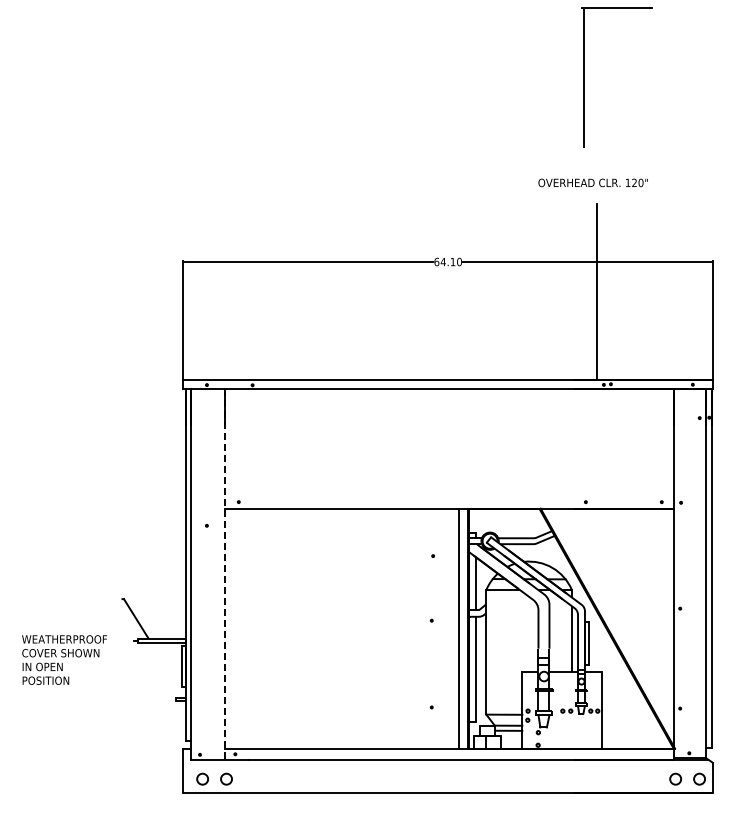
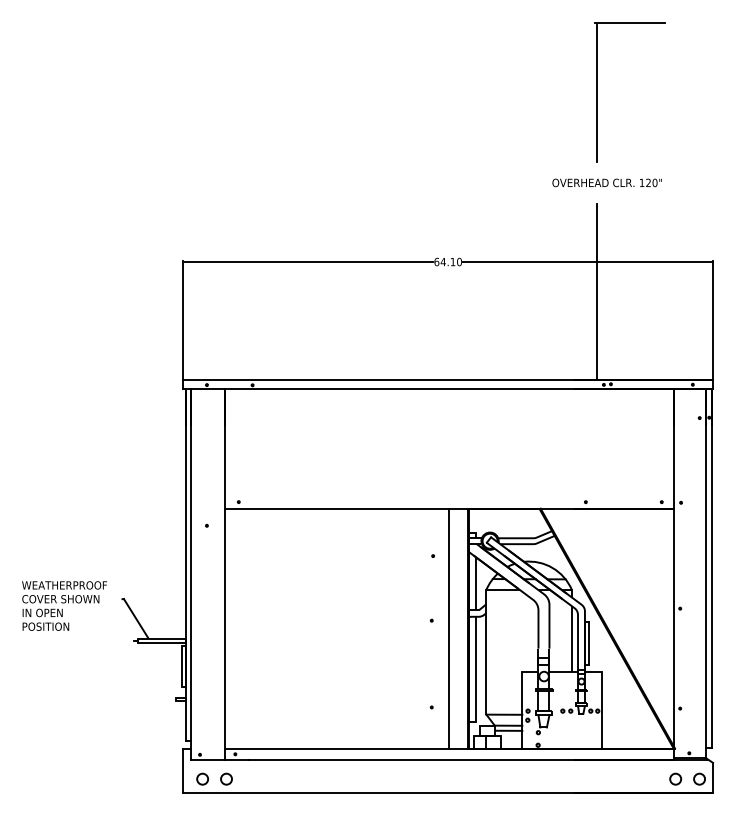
part at (584, 77) position: (584, 77) -> (597, 92)
text at (592, 182) position: (592, 182) -> (606, 182)
line at (224, 574): dashed -> solid
line at (459, 629) position: (459, 629) -> (449, 629)
text at (64, 659) position: (64, 659) -> (64, 605)
